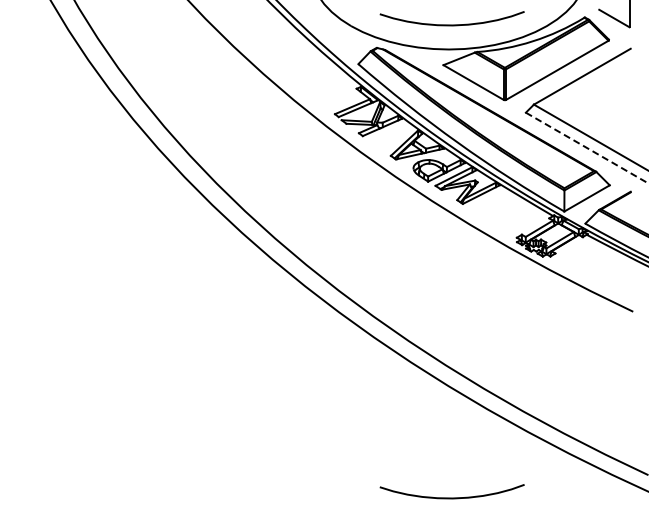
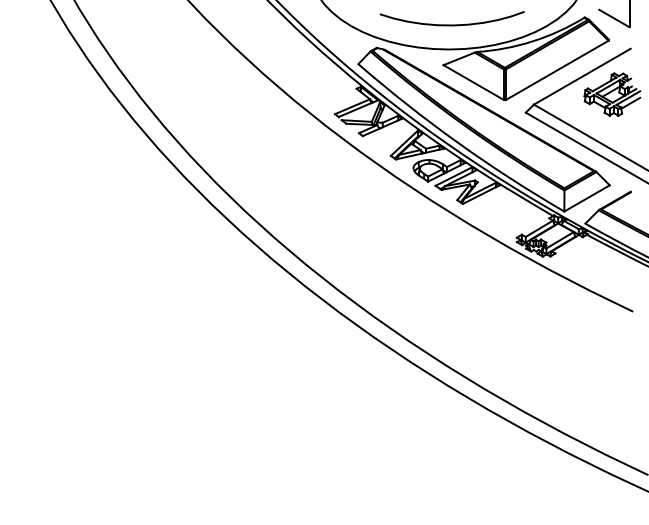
part at (612, 94): none -> present
line at (587, 148): dashed -> solid
curve at (451, 497): present -> none
